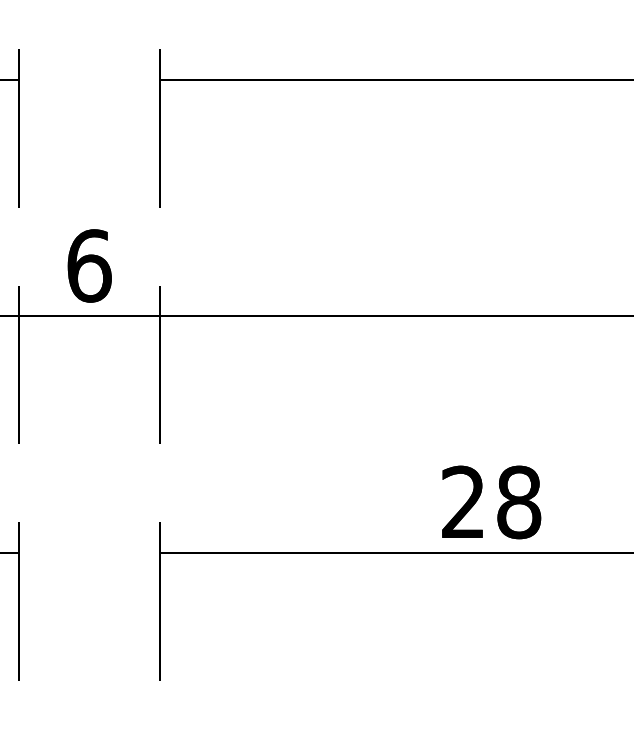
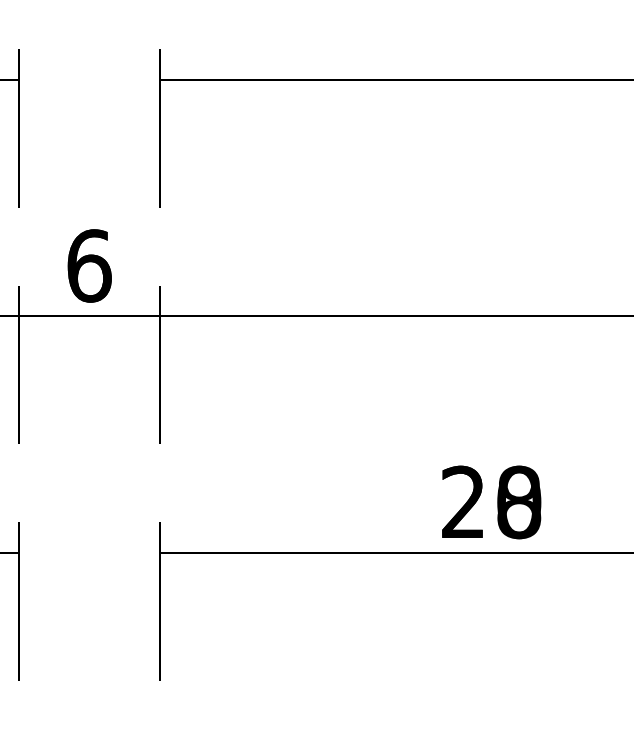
text at (519, 502): 28 -> 20
